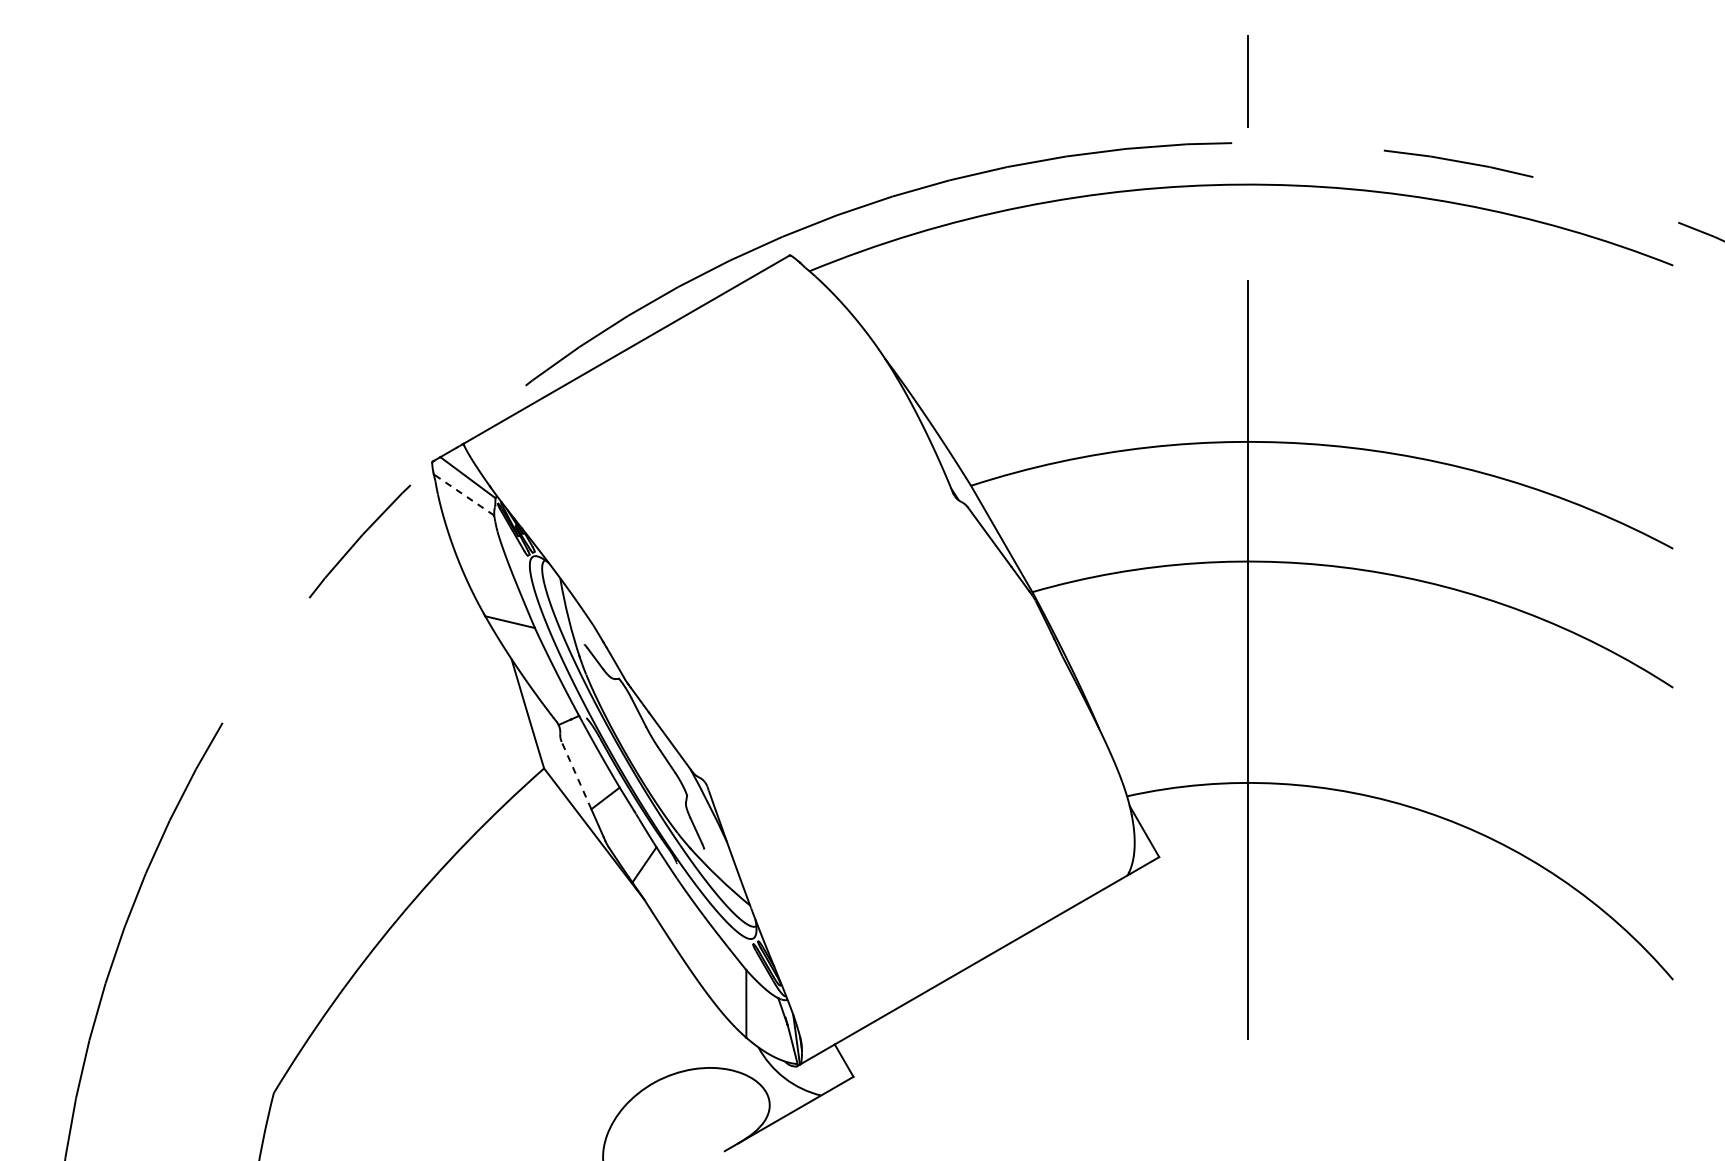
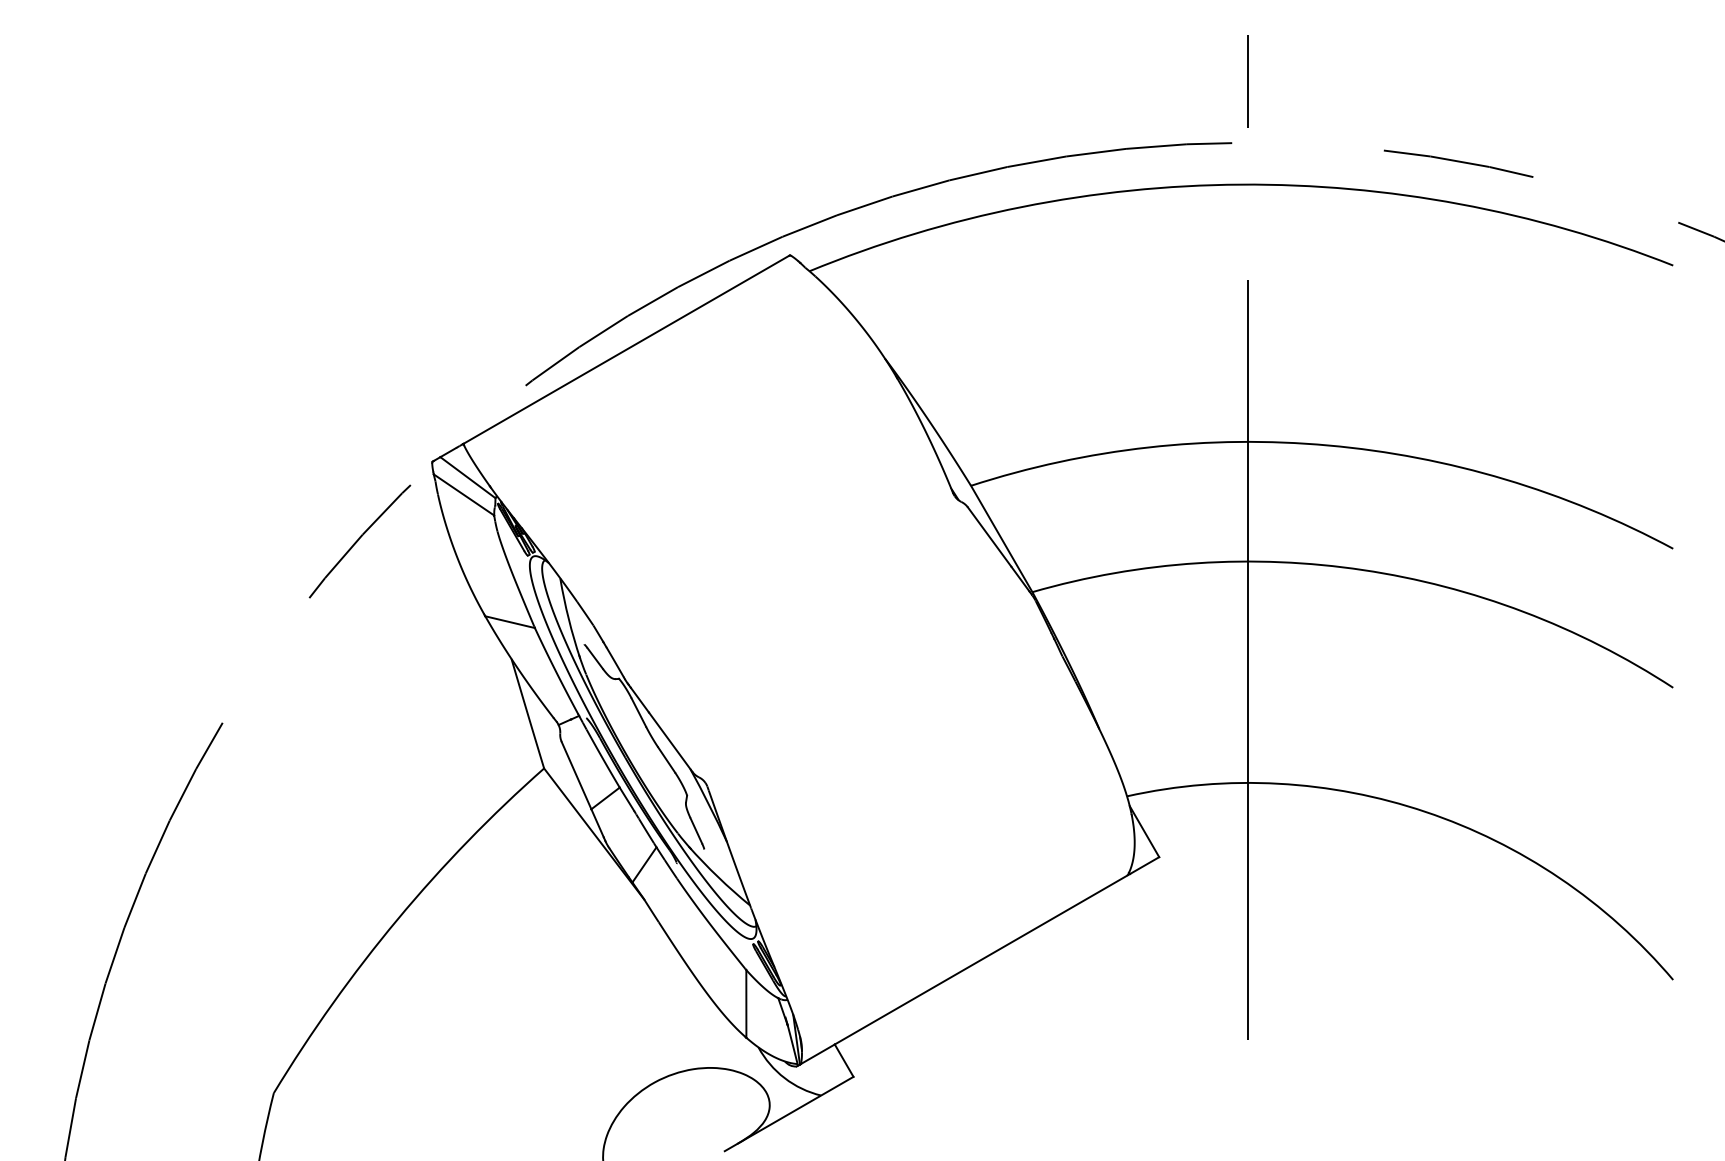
line at (464, 494): dashed -> solid
line at (576, 775): dashed -> solid
